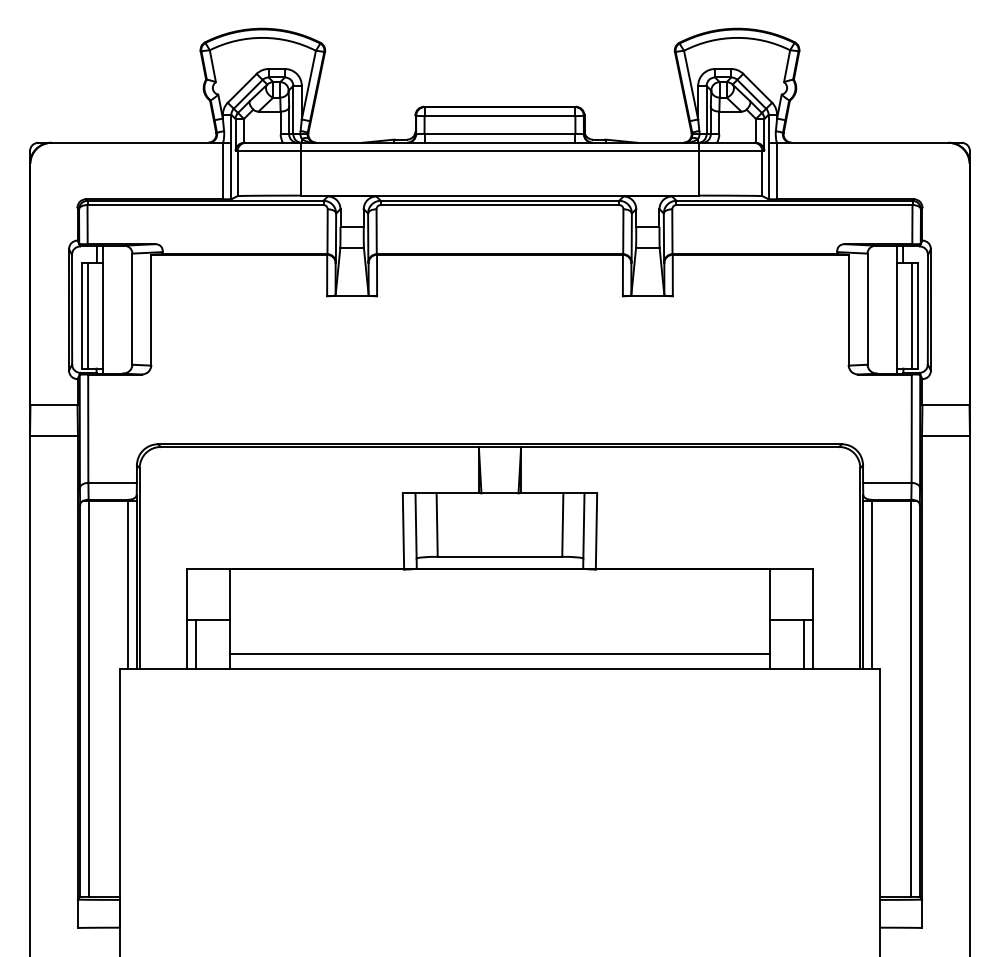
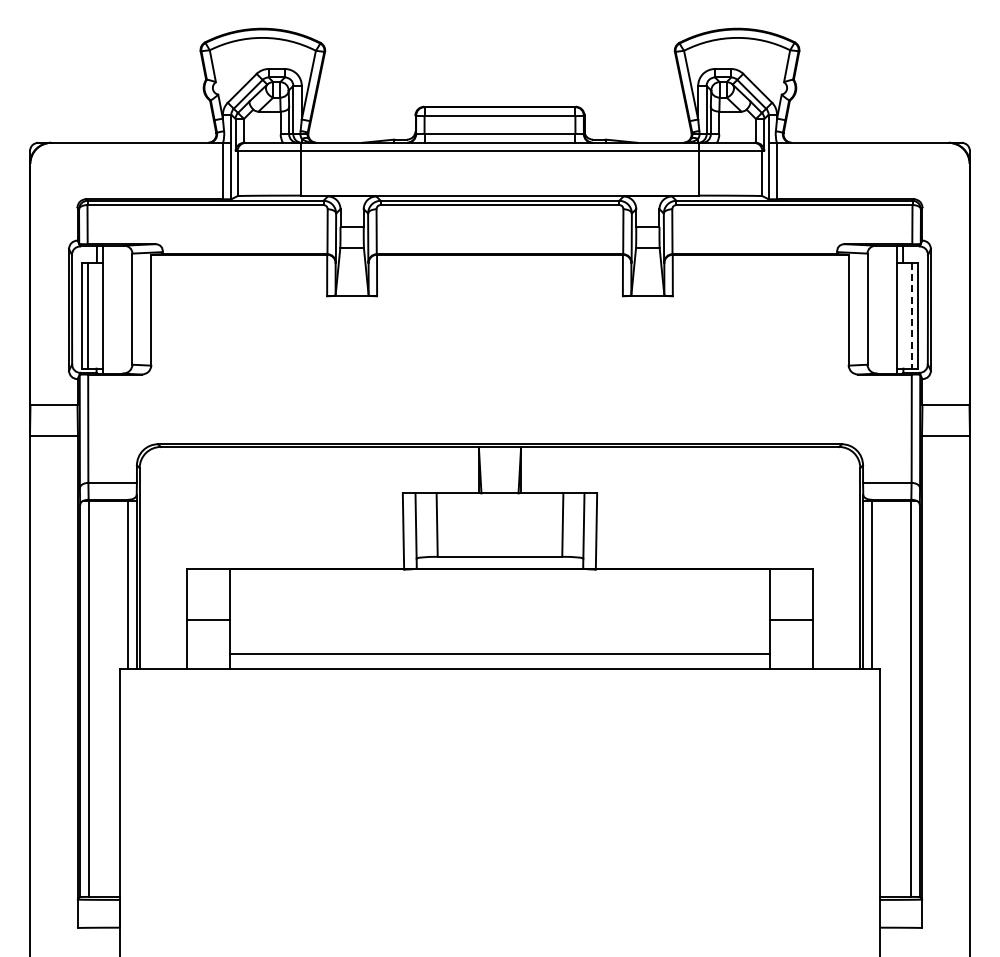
line at (912, 315): solid -> dashed
line at (195, 644): present -> none
line at (804, 644): present -> none
